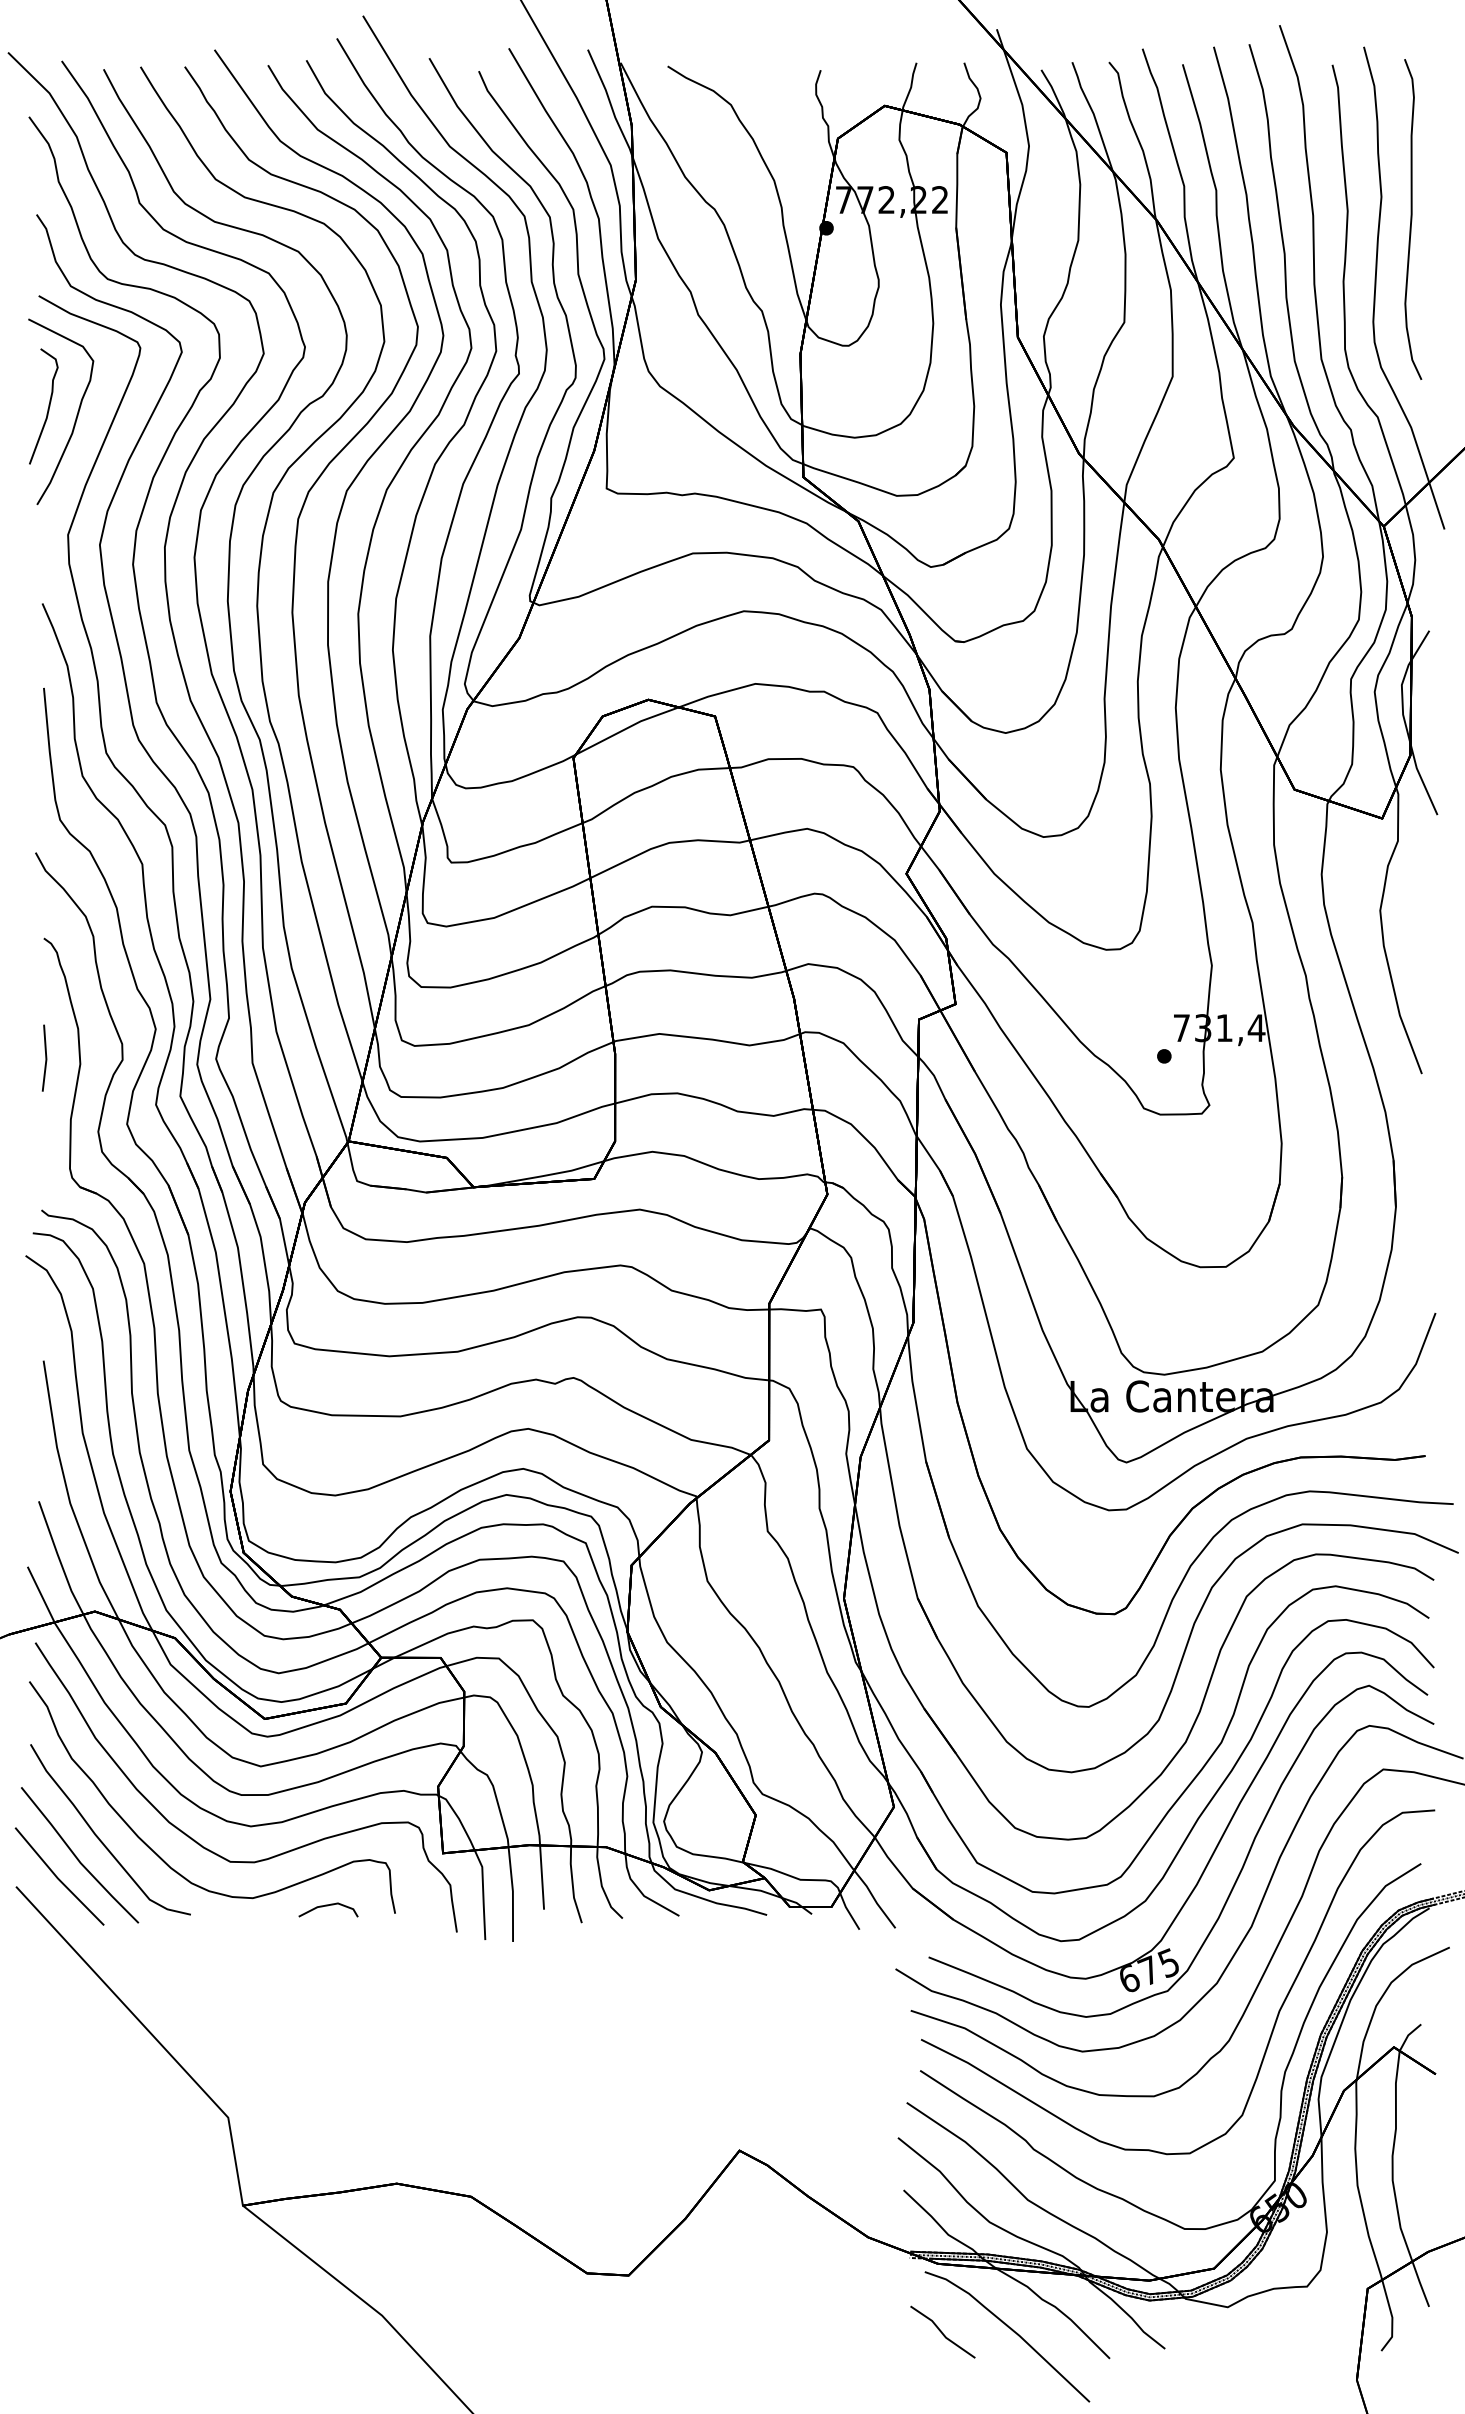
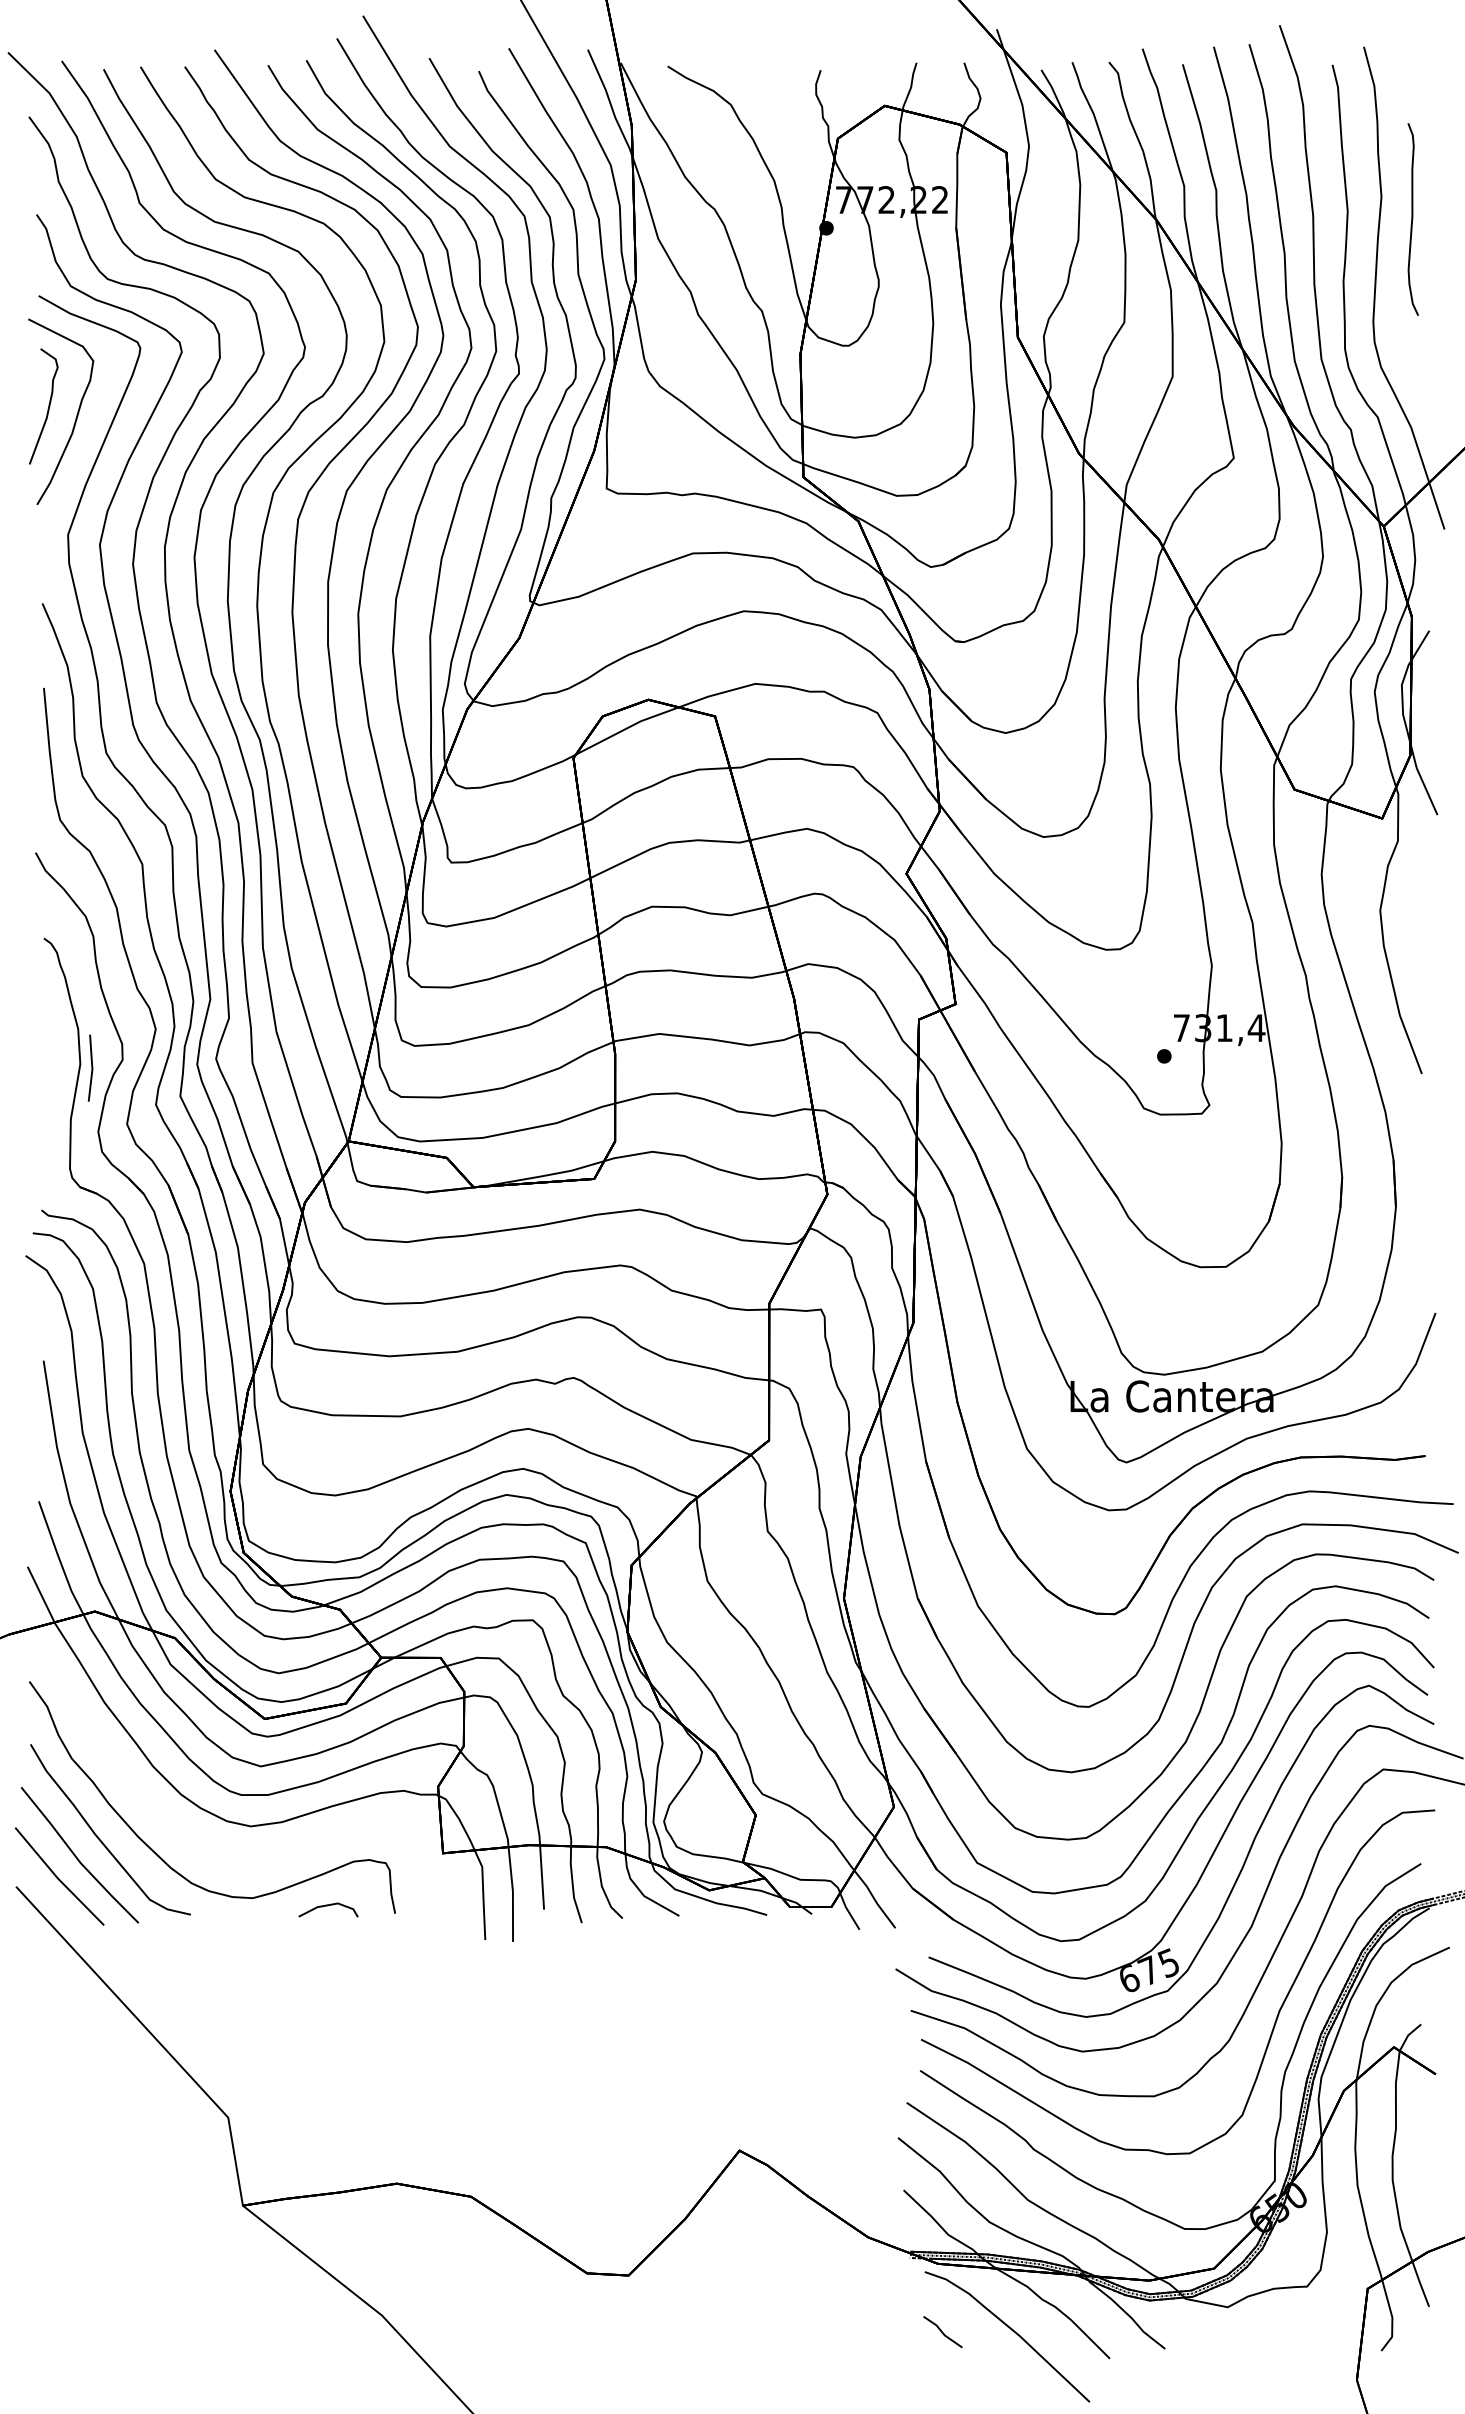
part at (1413, 219) size: 19x321 px -> 12x193 px
part at (44, 1057) position: (44, 1057) -> (90, 1067)
part at (213, 1851): present -> none
part at (942, 2331) size: 66x54 px -> 40x33 px
